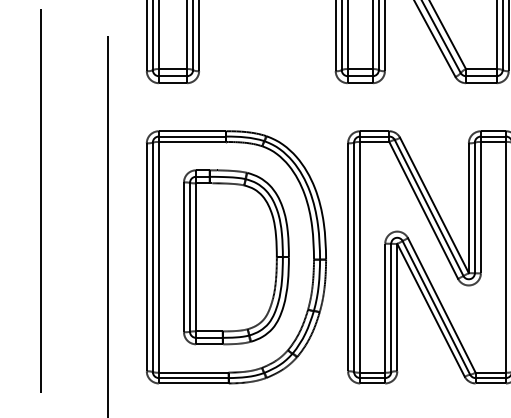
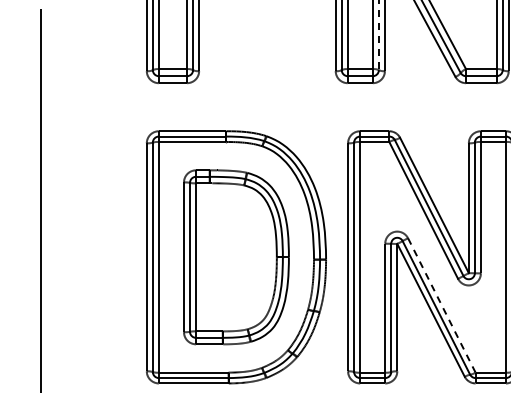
line at (378, 35): solid -> dashed
line at (108, 208): present -> none
line at (442, 305): solid -> dashed
